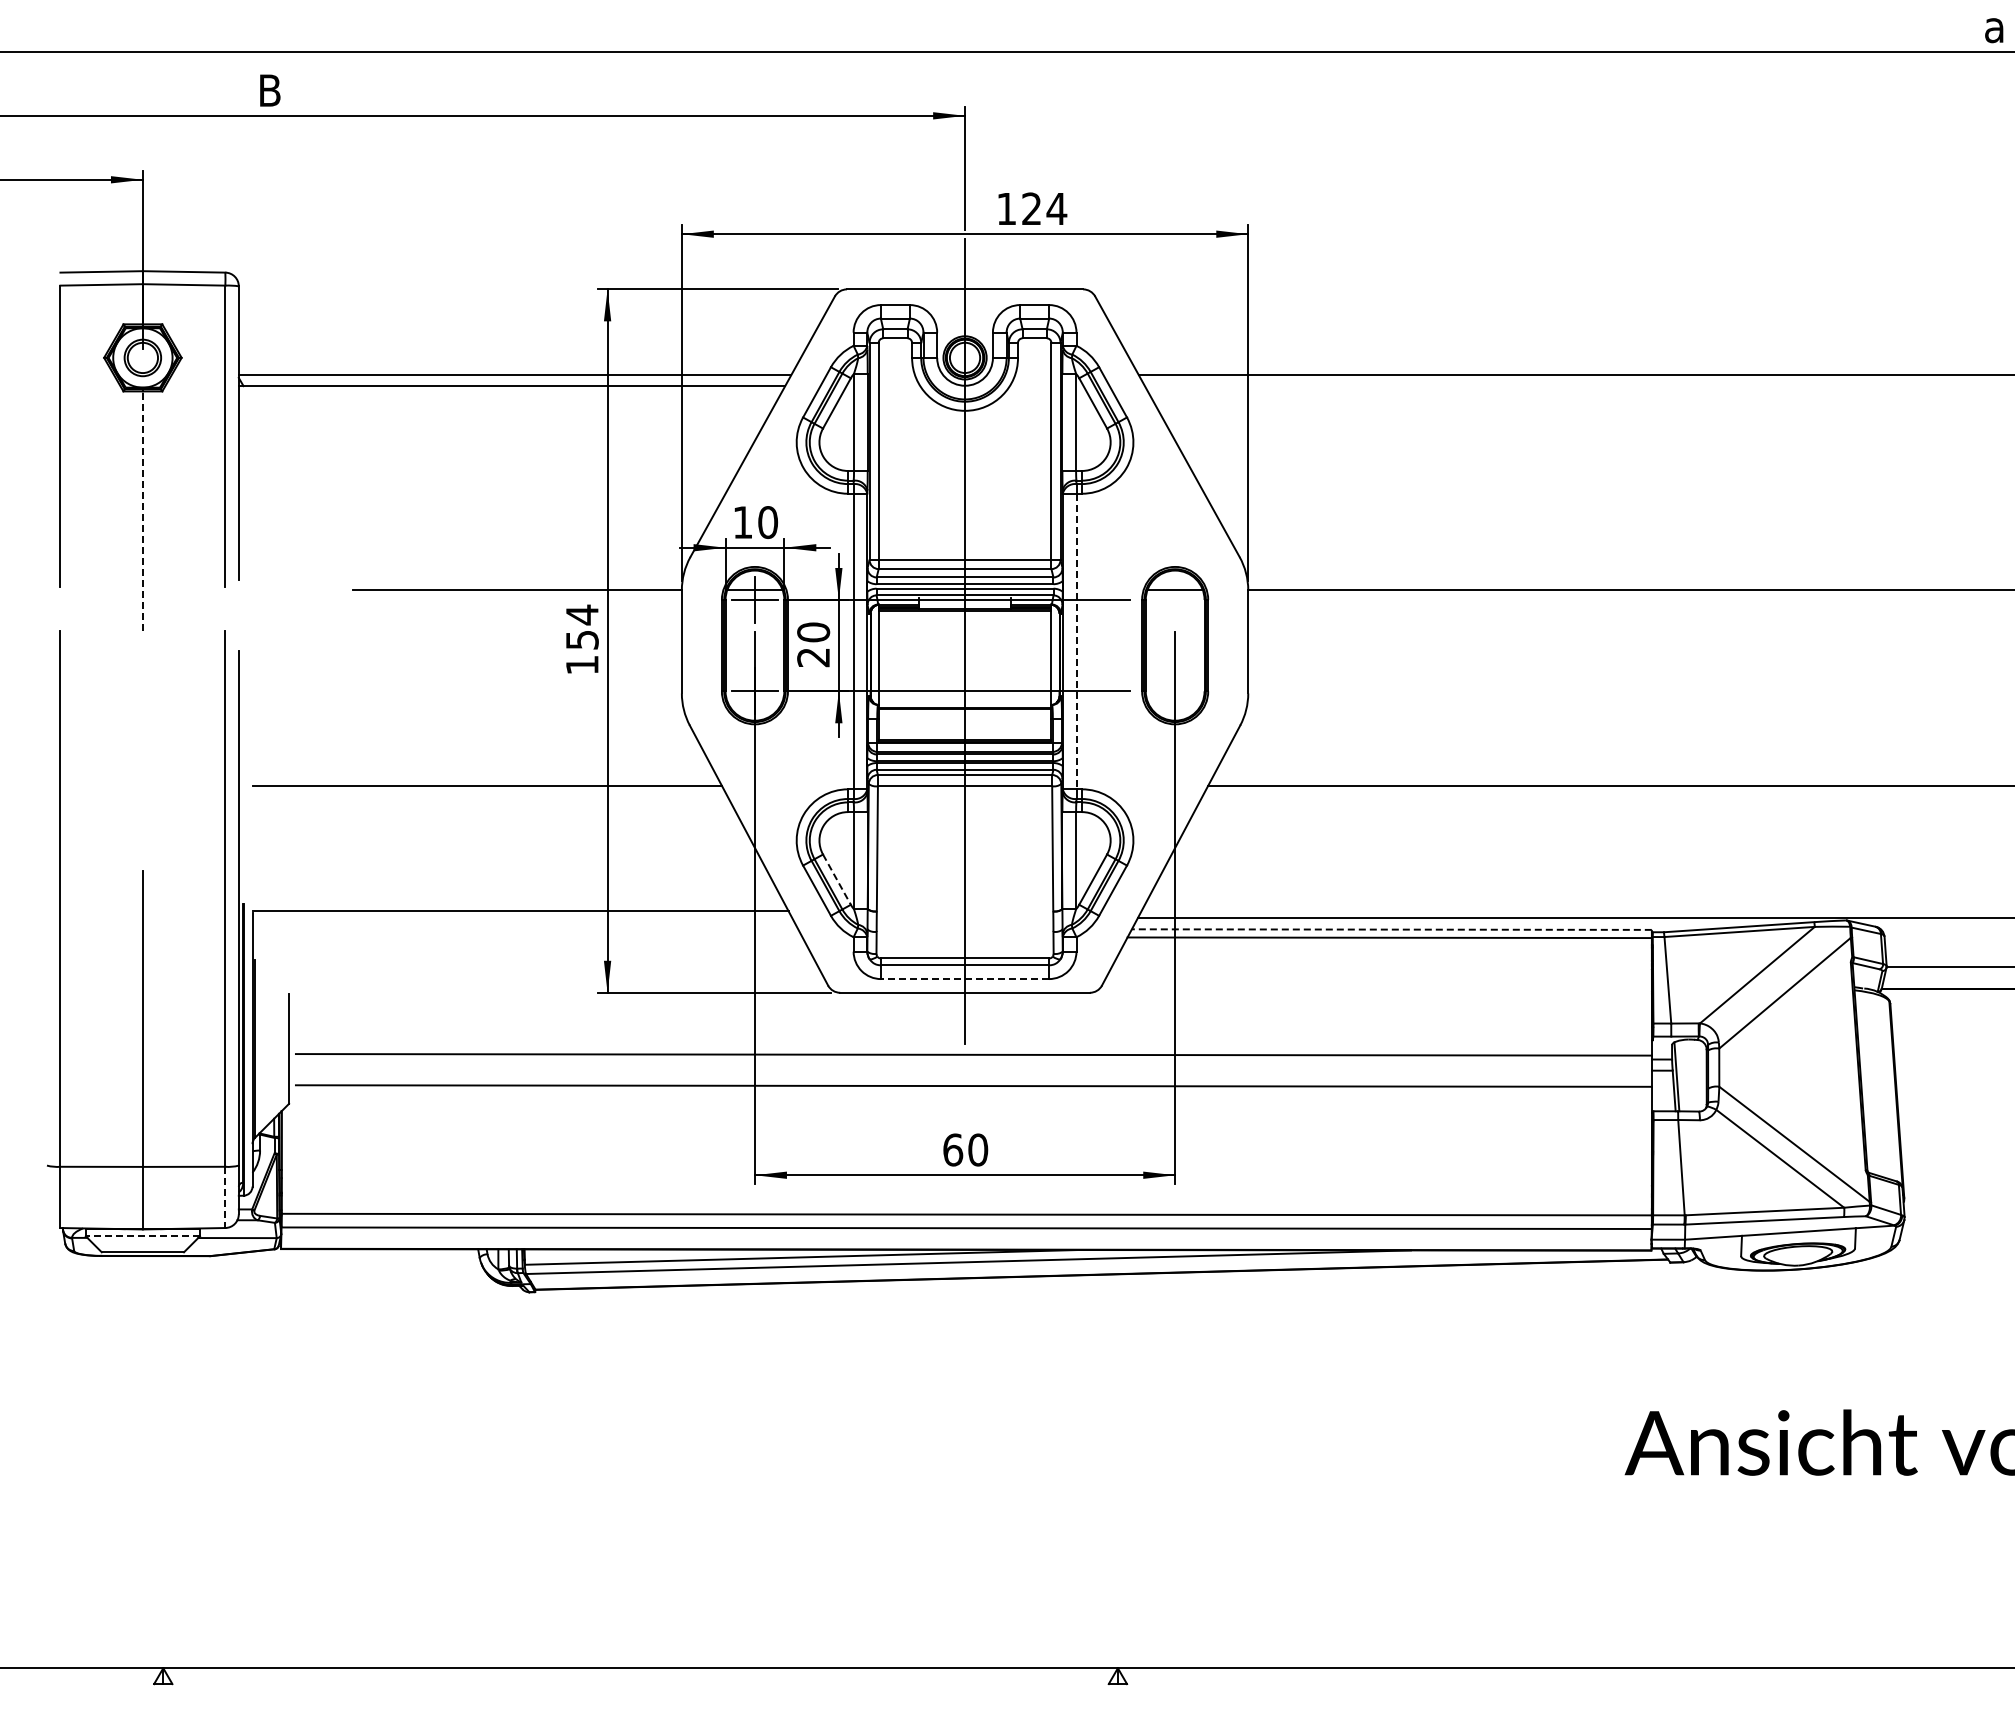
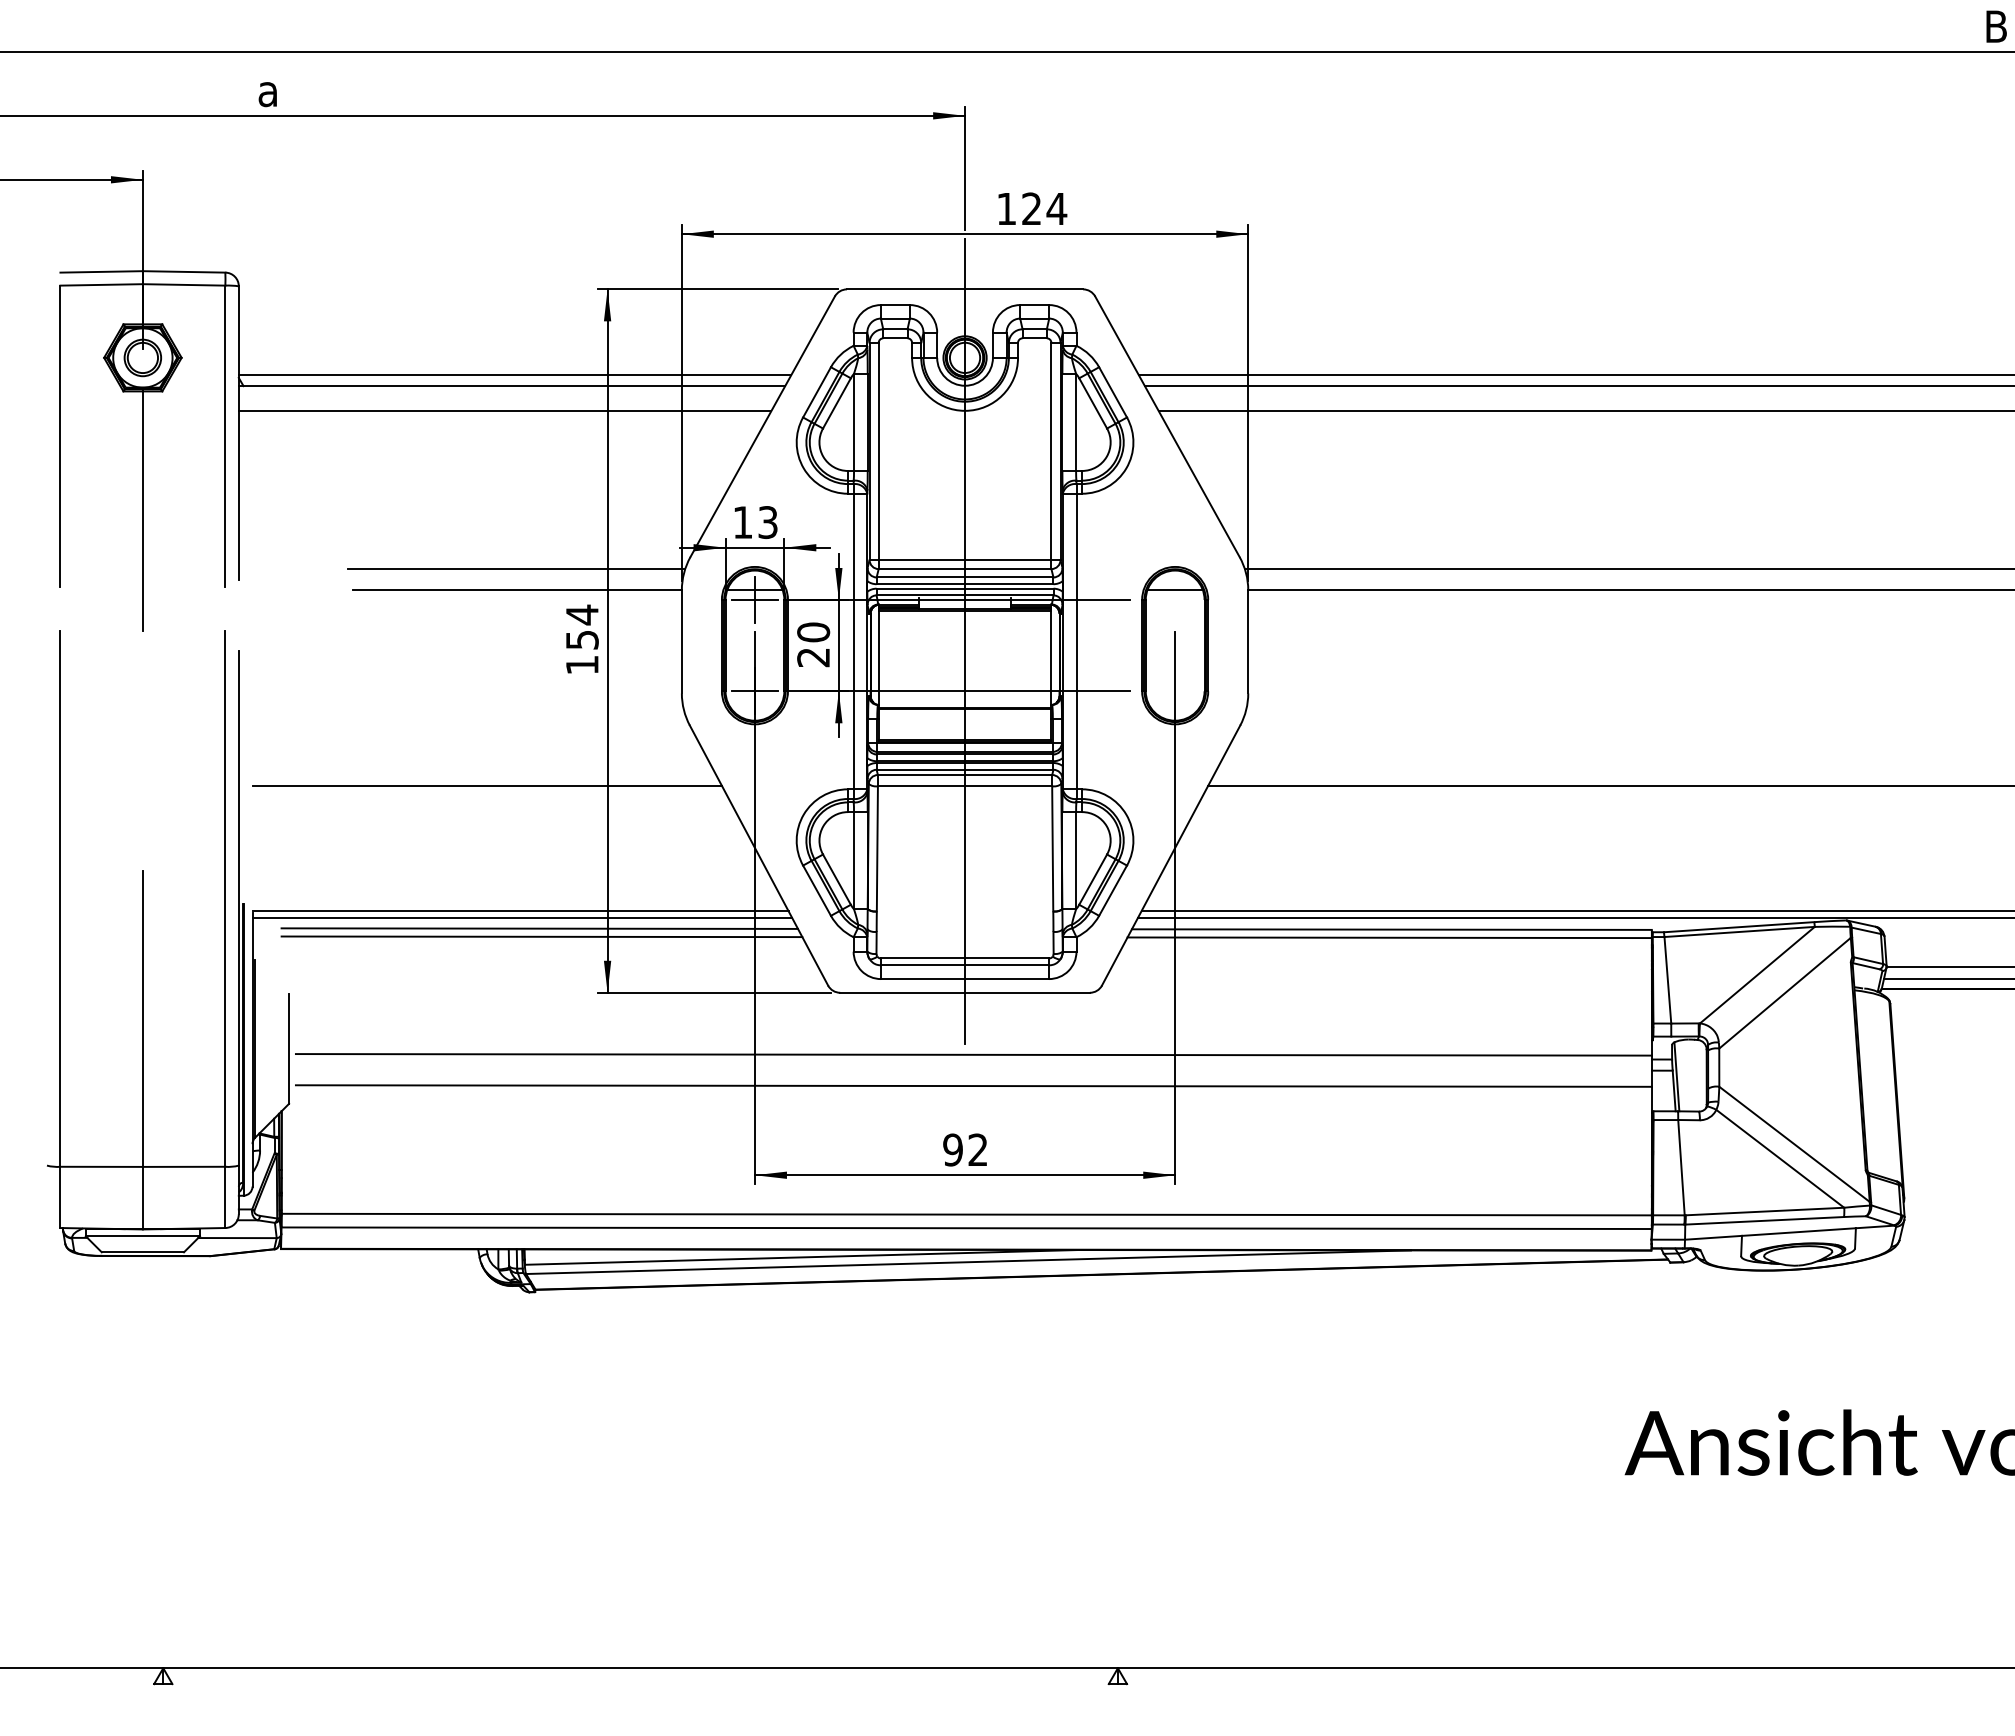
text at (1995, 26): a -> B
text at (269, 90): B -> a
line at (1577, 386): none -> present
line at (504, 411): none -> present
line at (1584, 411): none -> present
line at (142, 511): dashed -> solid
text at (768, 522): 10 -> 13
line at (516, 569): none -> present
line at (1628, 569): none -> present
line at (1076, 641): dashed -> solid
line at (836, 879): dashed -> solid
line at (1576, 911): none -> present
line at (522, 918): none -> present
line at (539, 928): none -> present
line at (1391, 929): dashed -> solid
line at (541, 936): none -> present
line at (1947, 978): none -> present
line at (964, 979): dashed -> solid
text at (965, 1149): 60 -> 92
line at (225, 1197): dashed -> solid
line at (142, 1236): dashed -> solid
